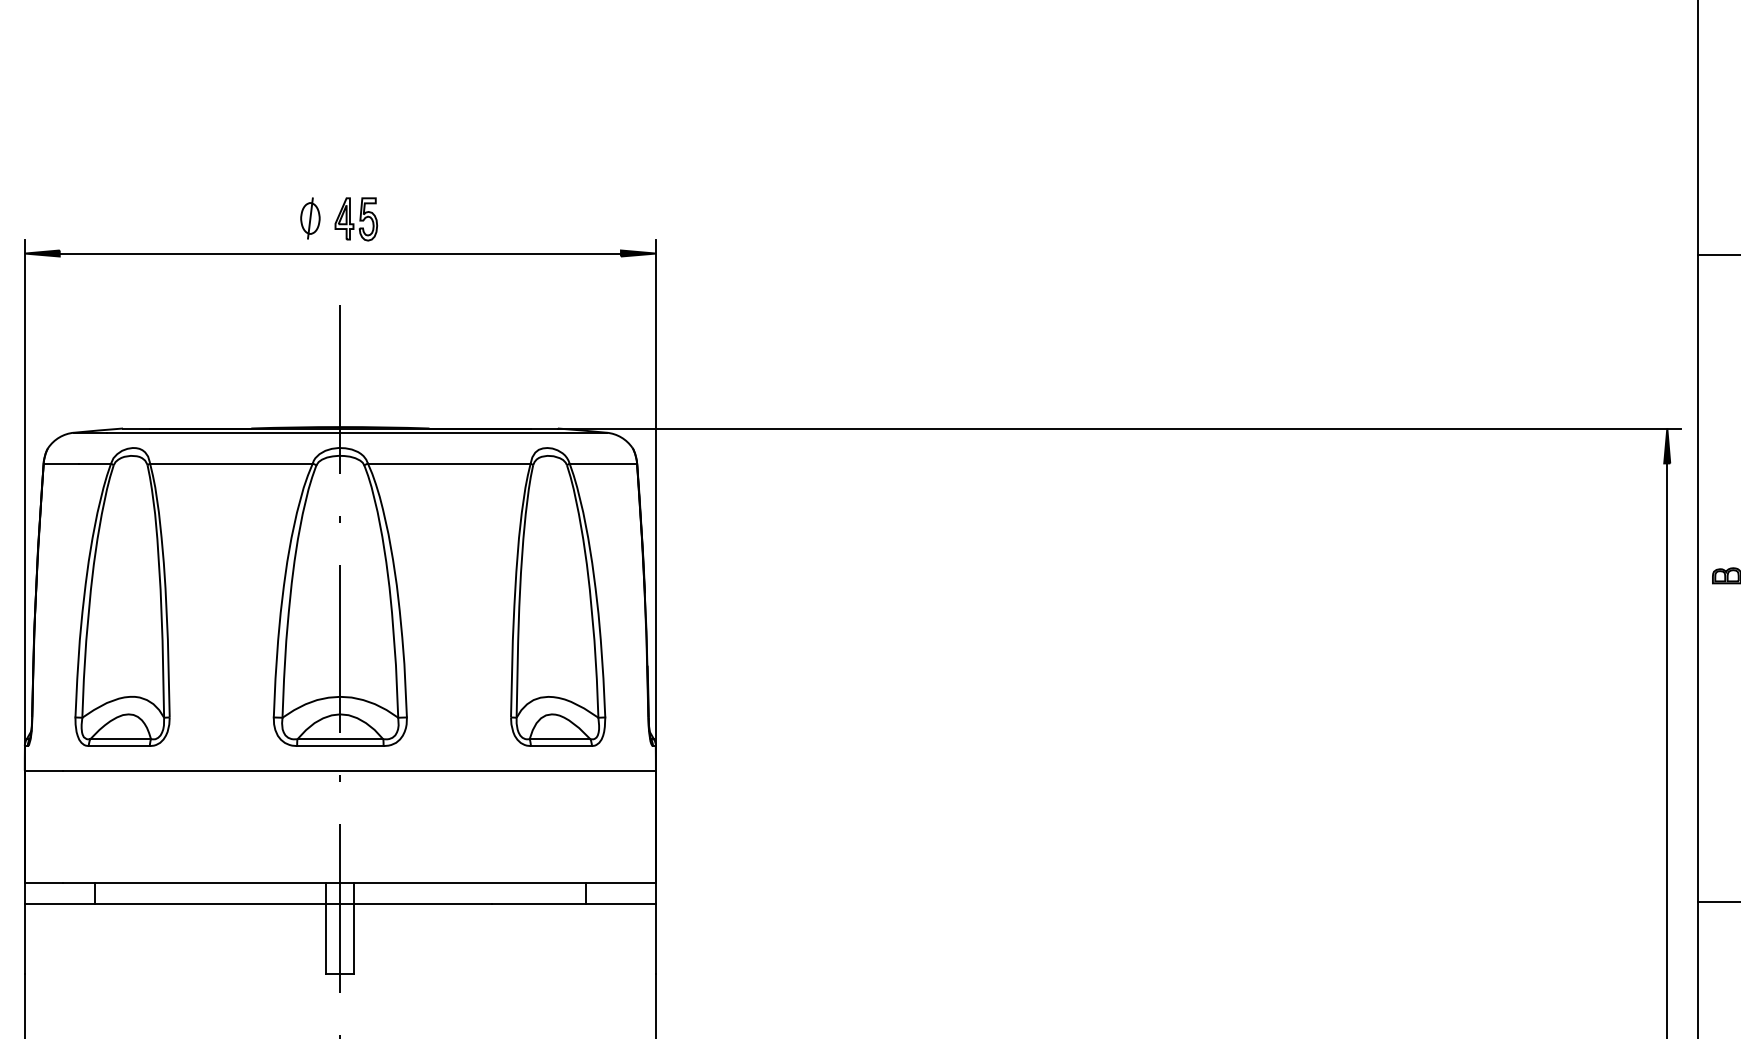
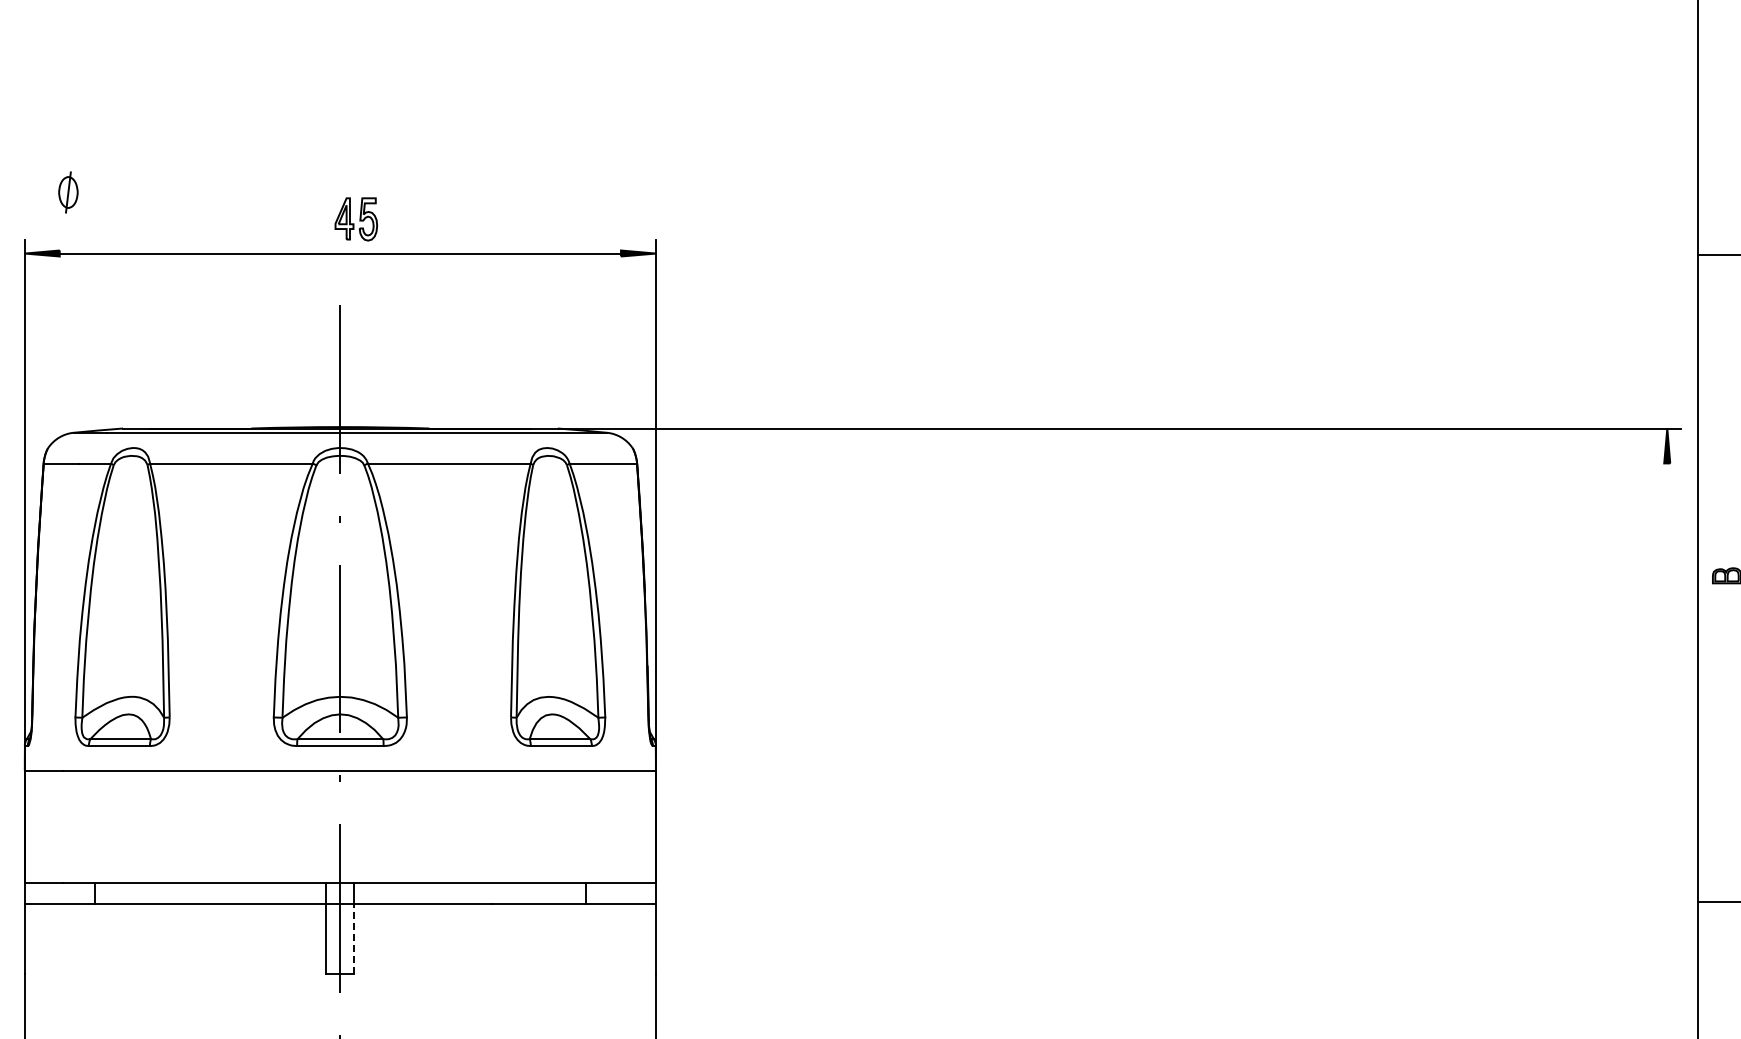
part at (310, 218) position: (310, 218) -> (68, 192)
line at (1667, 749): present -> none
line at (354, 938): solid -> dashed
